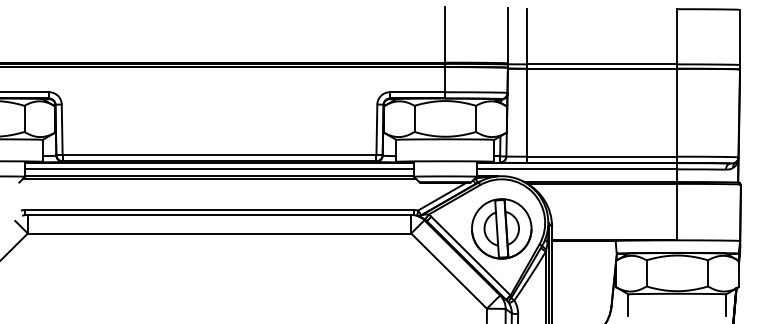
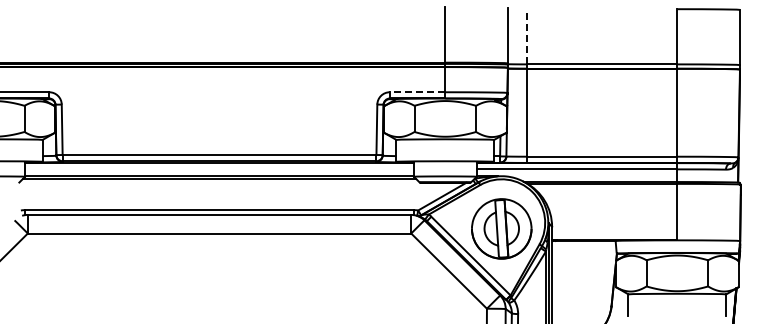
line at (526, 36): solid -> dashed
line at (417, 92): solid -> dashed
line at (219, 169): present -> none
